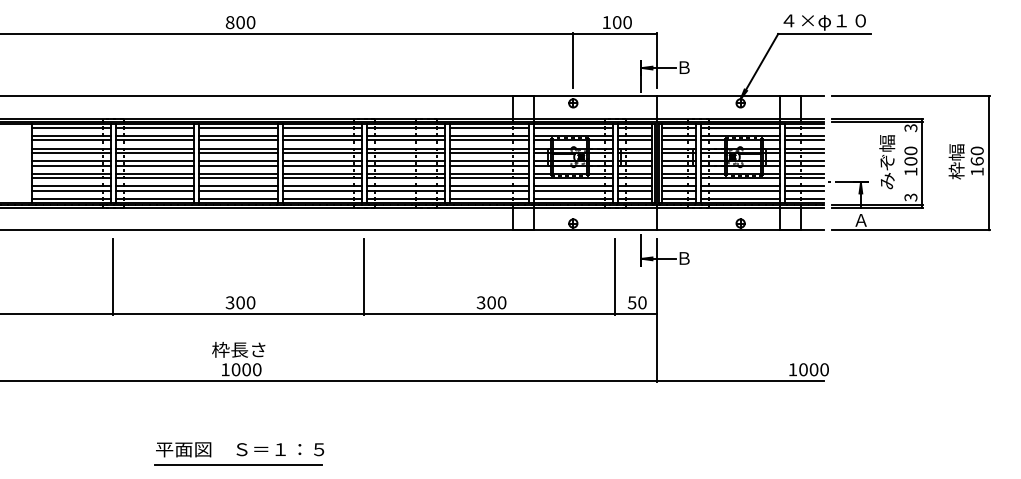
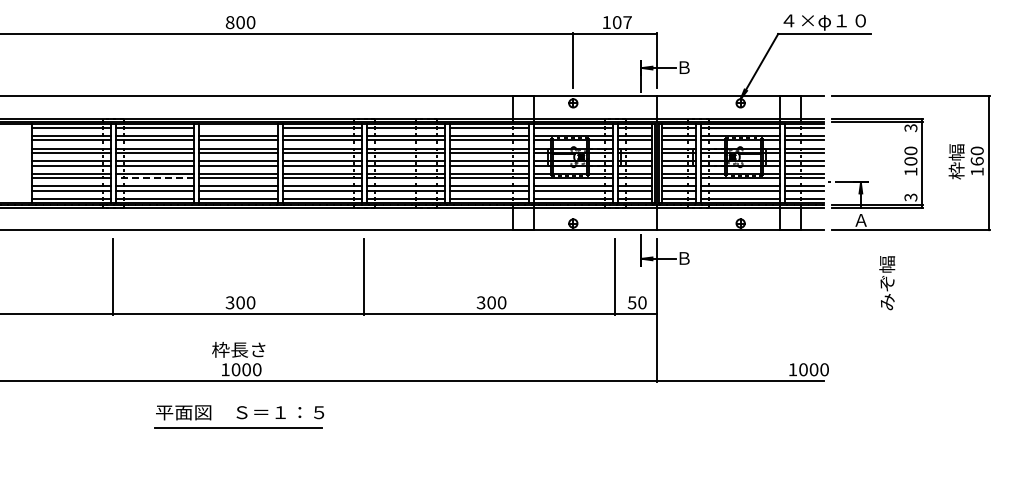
text at (627, 22): 100 -> 107
line at (238, 127): present -> none
text at (887, 162) position: (887, 162) -> (887, 283)
line at (154, 178): solid -> dashed
part at (239, 453) position: (239, 453) -> (239, 416)
